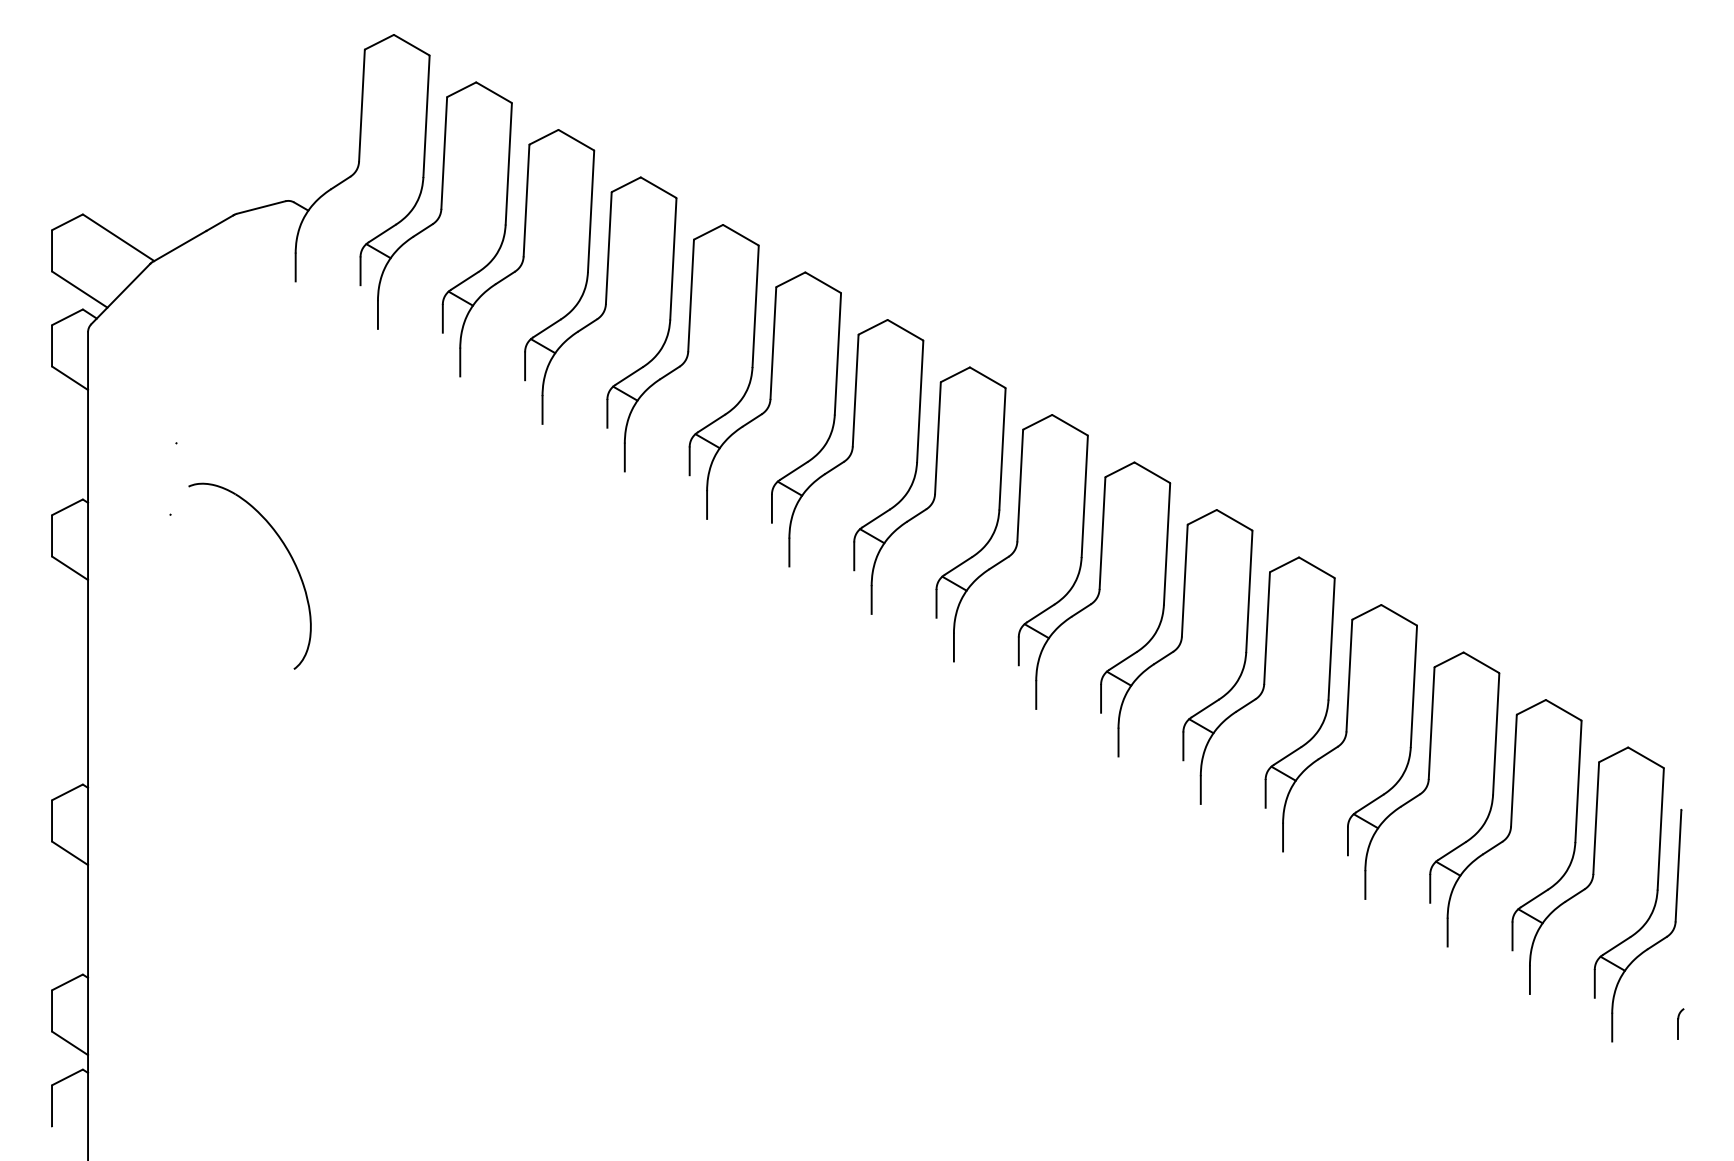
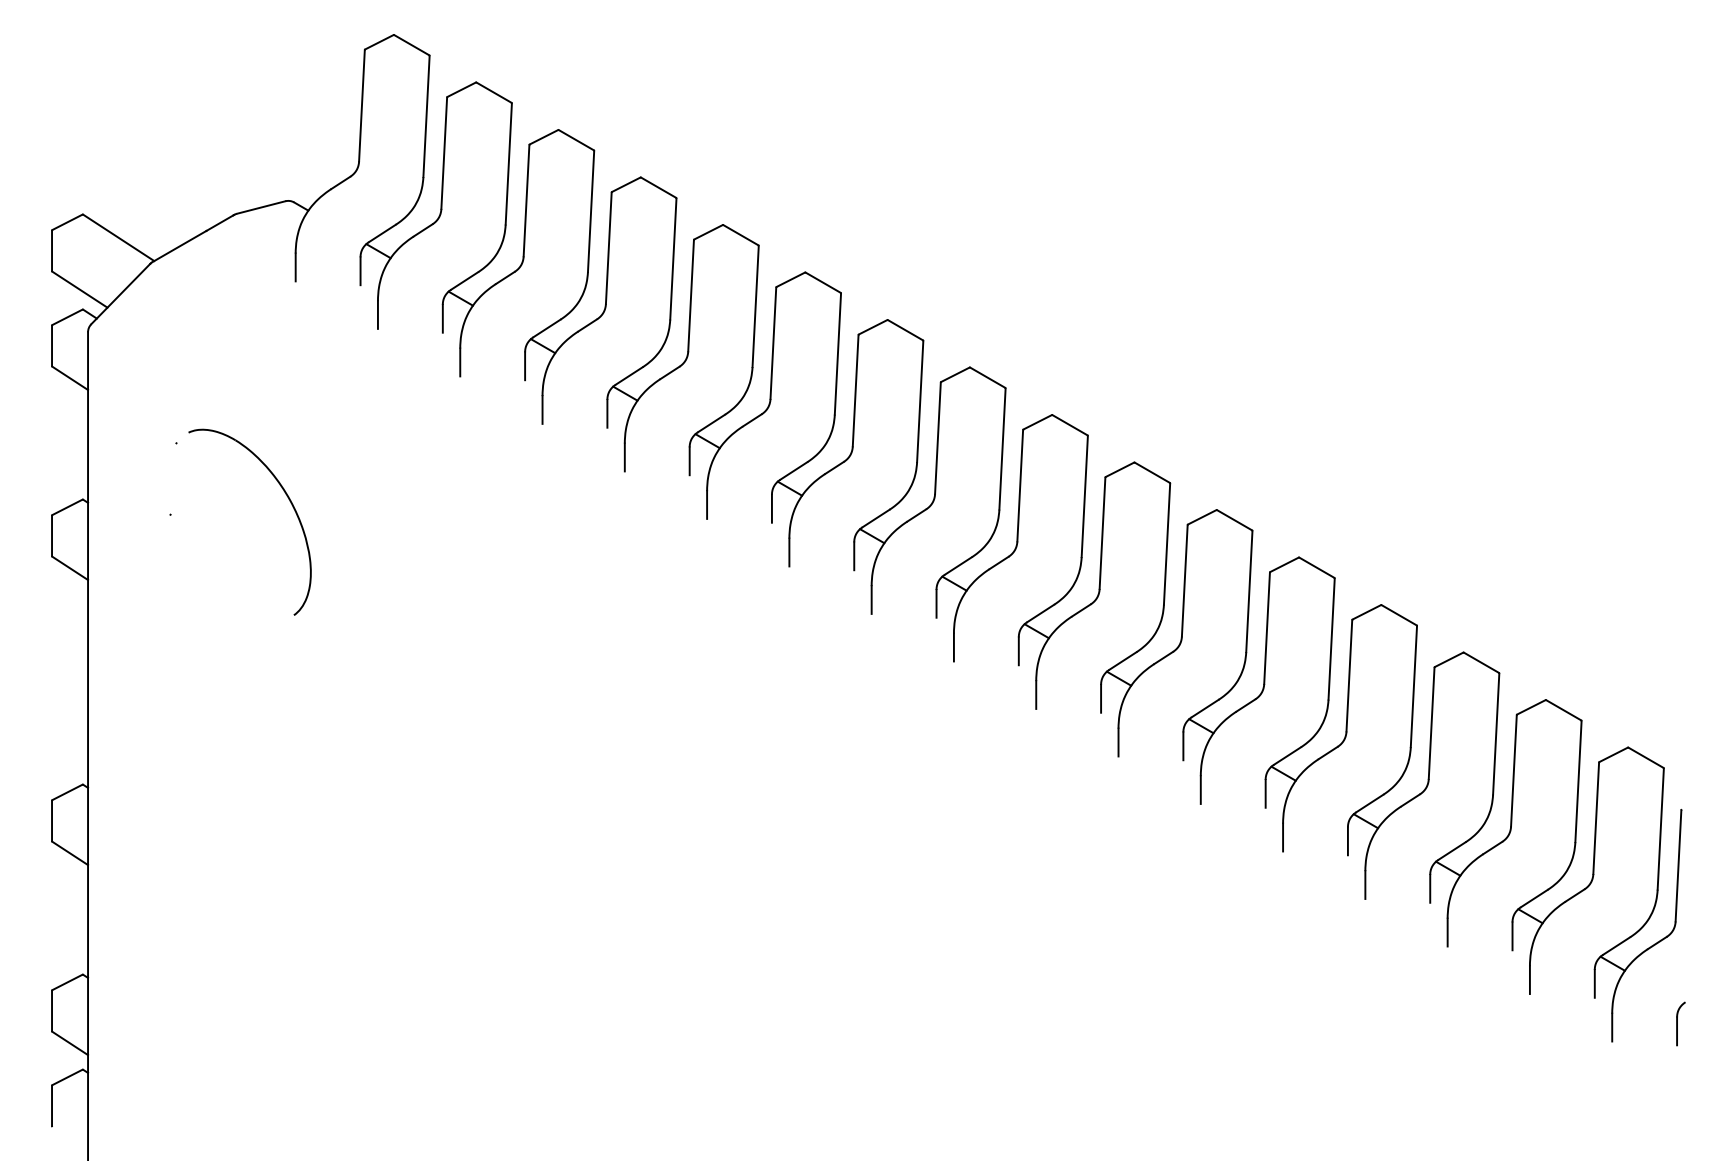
part at (286, 550) position: (286, 550) -> (286, 496)
part at (1680, 1023) size: 8x32 px -> 10x46 px
